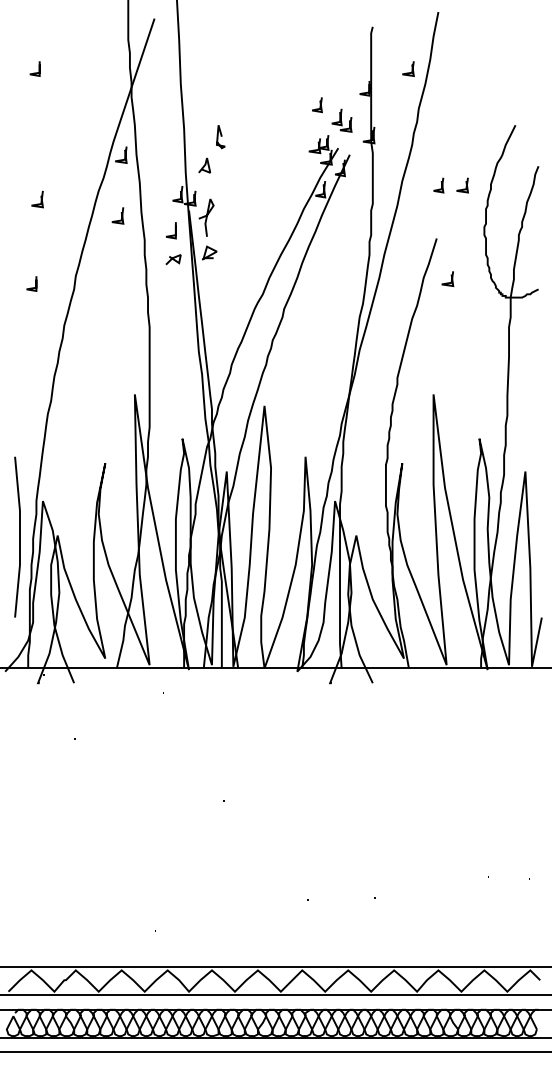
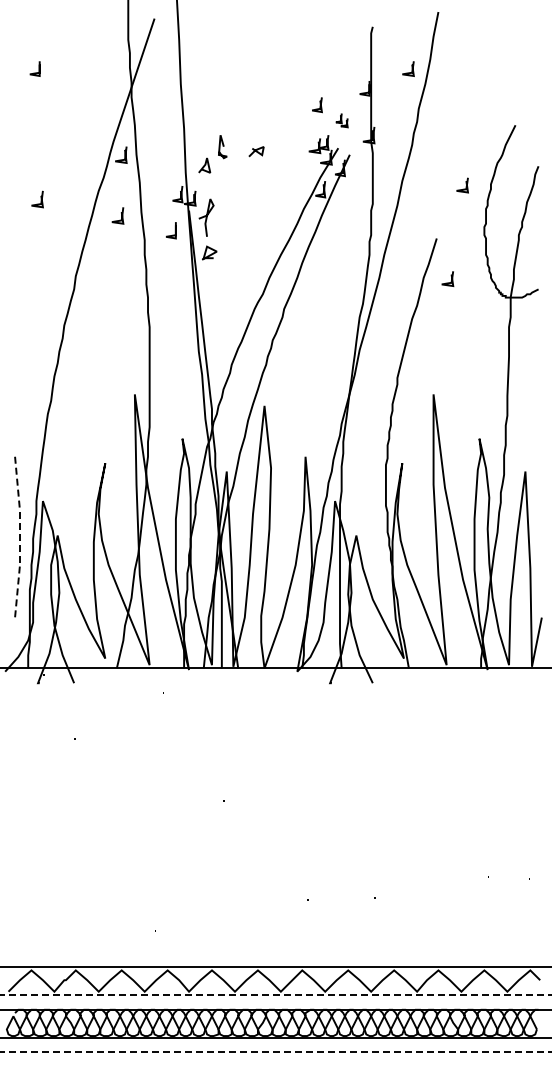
part at (341, 120) size: 22x25 px -> 14x16 px
curve at (220, 136) position: (220, 136) -> (222, 146)
line at (441, 185): present -> none
line at (173, 259) position: (173, 259) -> (256, 151)
line at (35, 283): present -> none
line at (19, 537): solid -> dashed
line at (276, 995): solid -> dashed
line at (276, 1052): solid -> dashed
